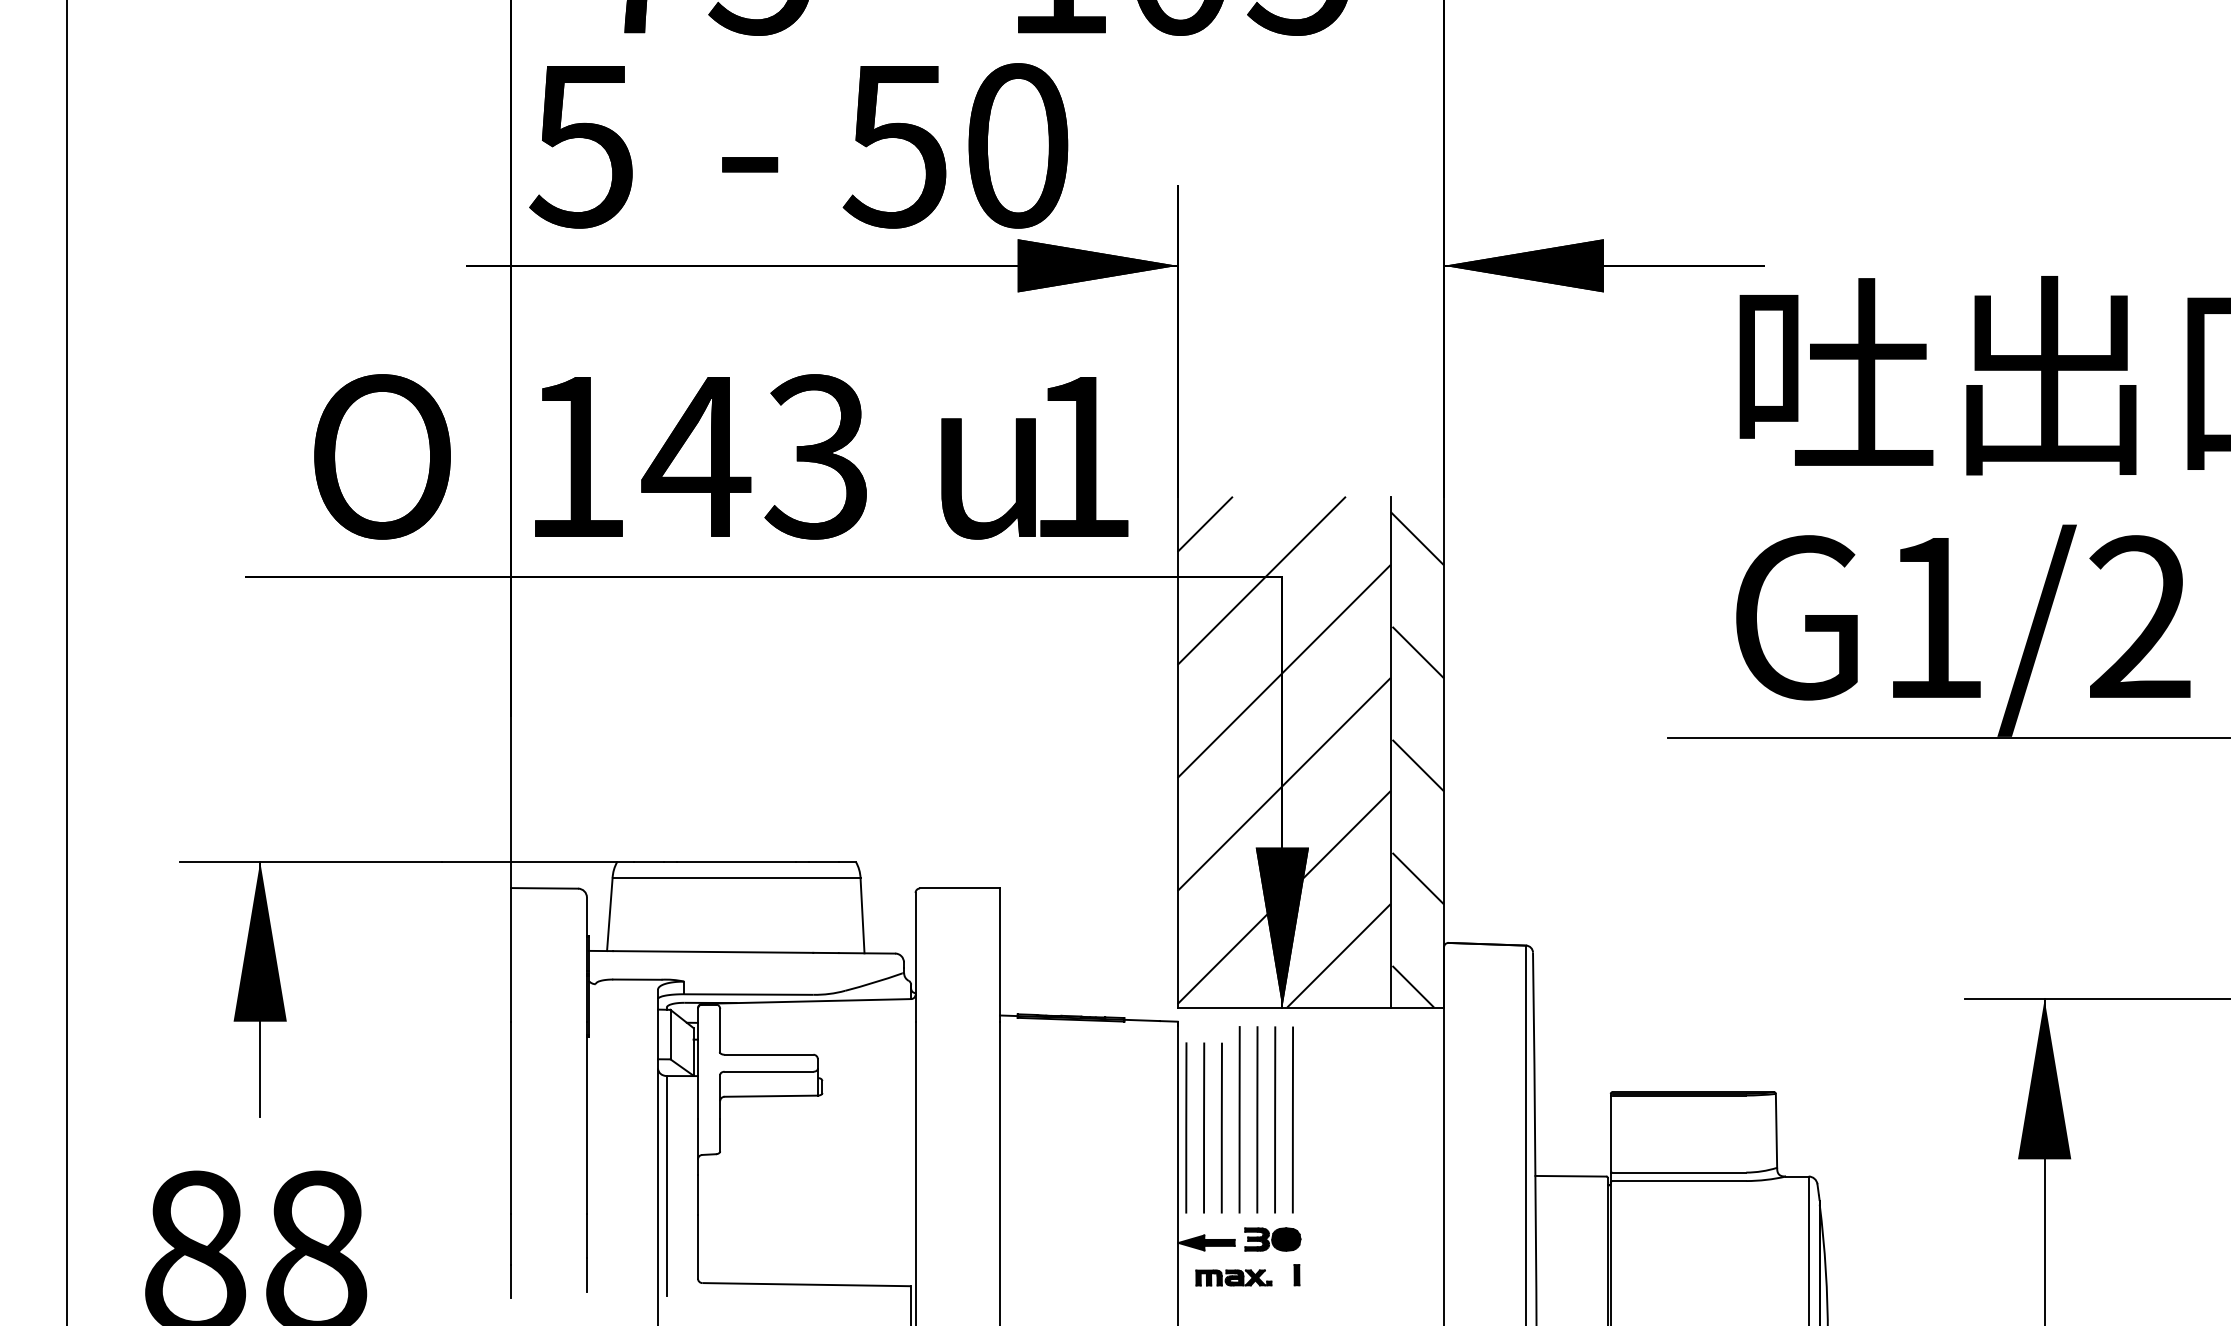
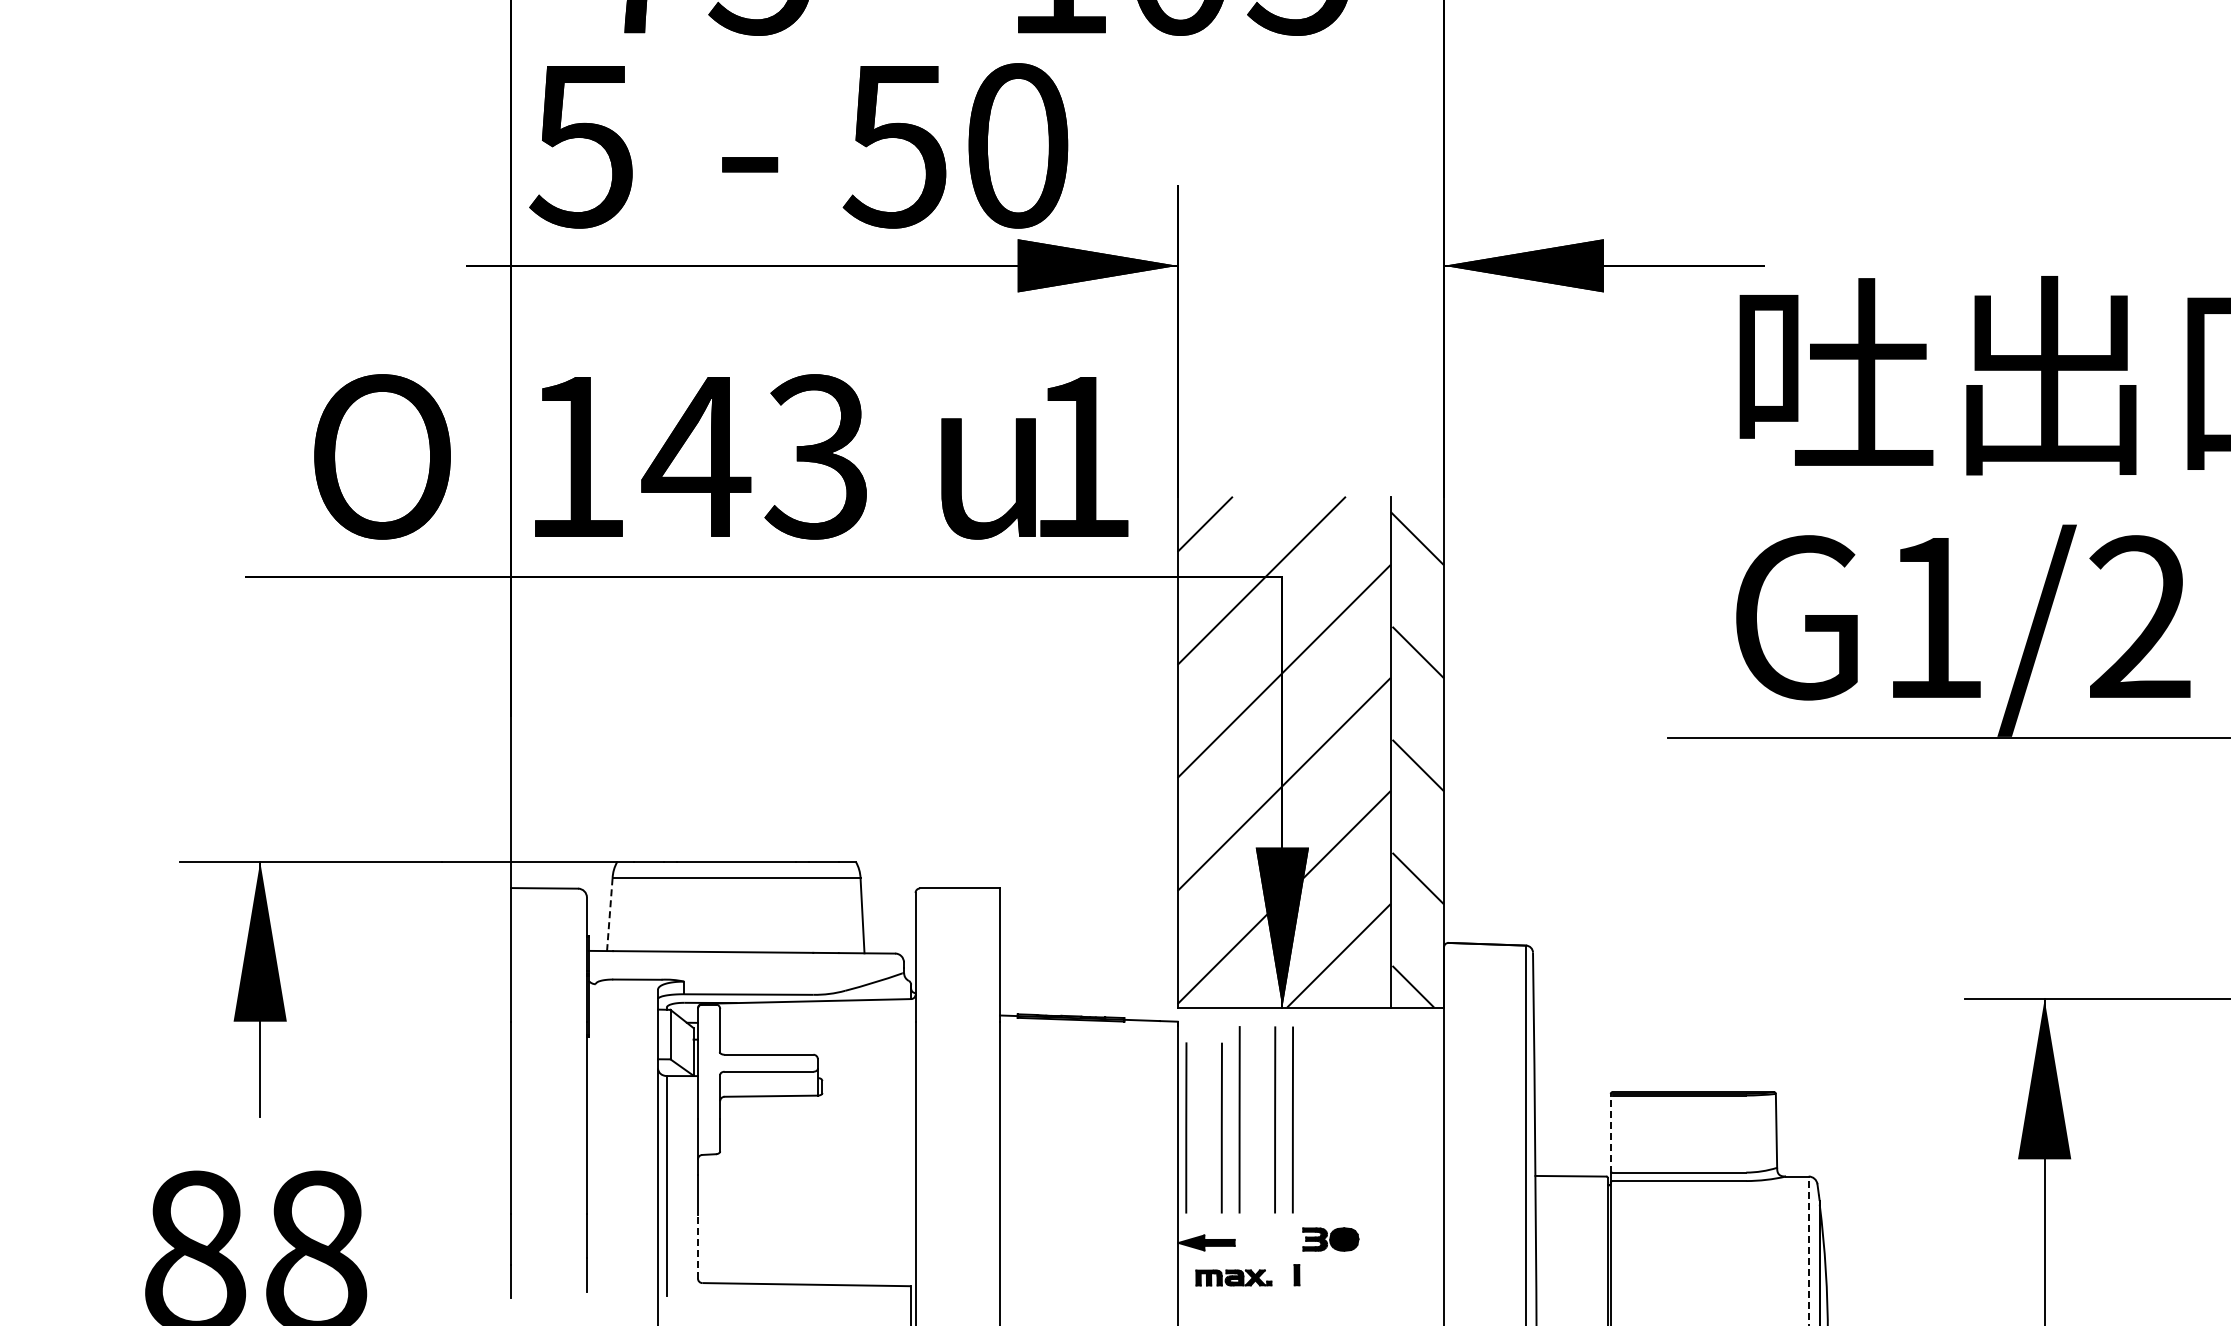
line at (66, 662): present -> none
line at (609, 915): solid -> dashed
line at (1257, 1119): present -> none
line at (1204, 1127): present -> none
line at (1610, 1134): solid -> dashed
part at (1272, 1239) position: (1272, 1239) -> (1330, 1239)
line at (697, 1246): solid -> dashed
line at (1808, 1250): solid -> dashed
